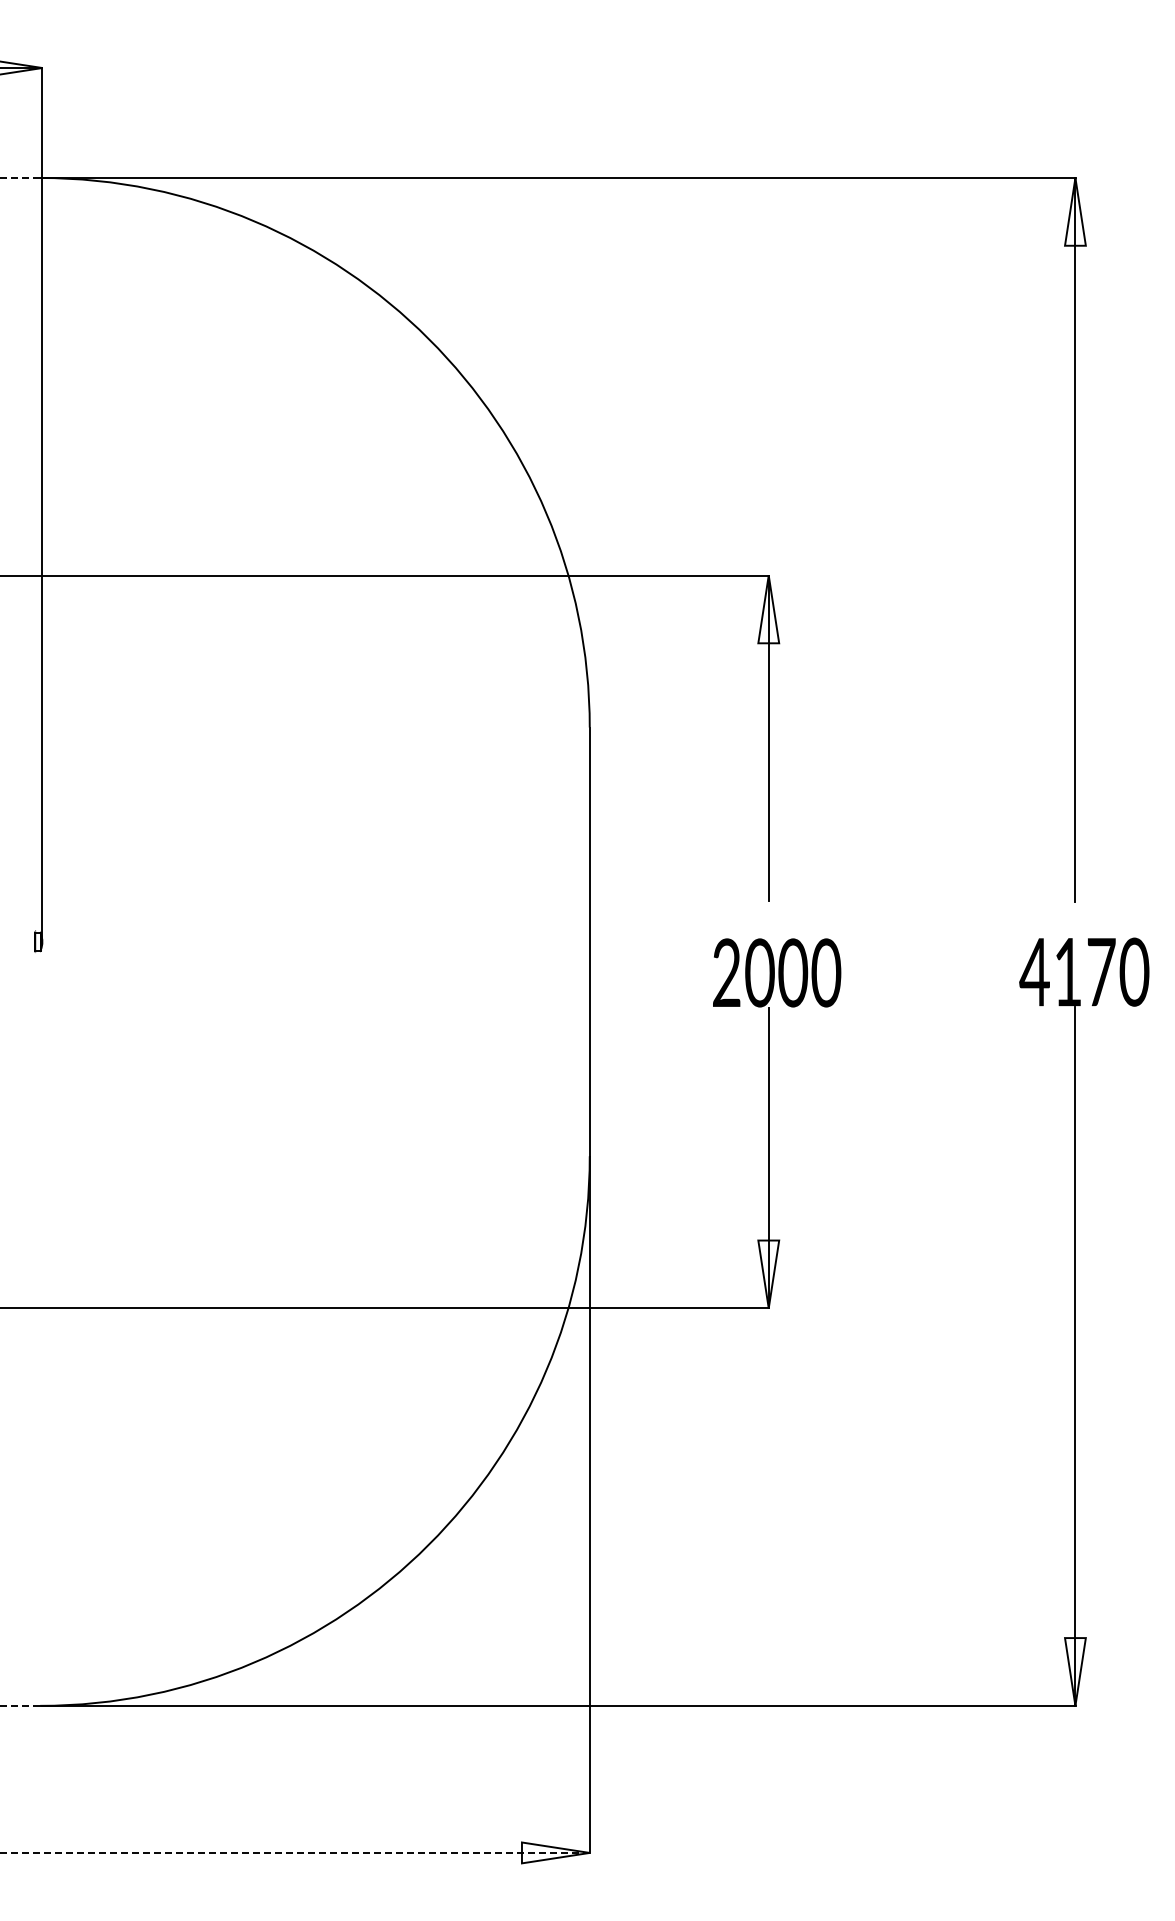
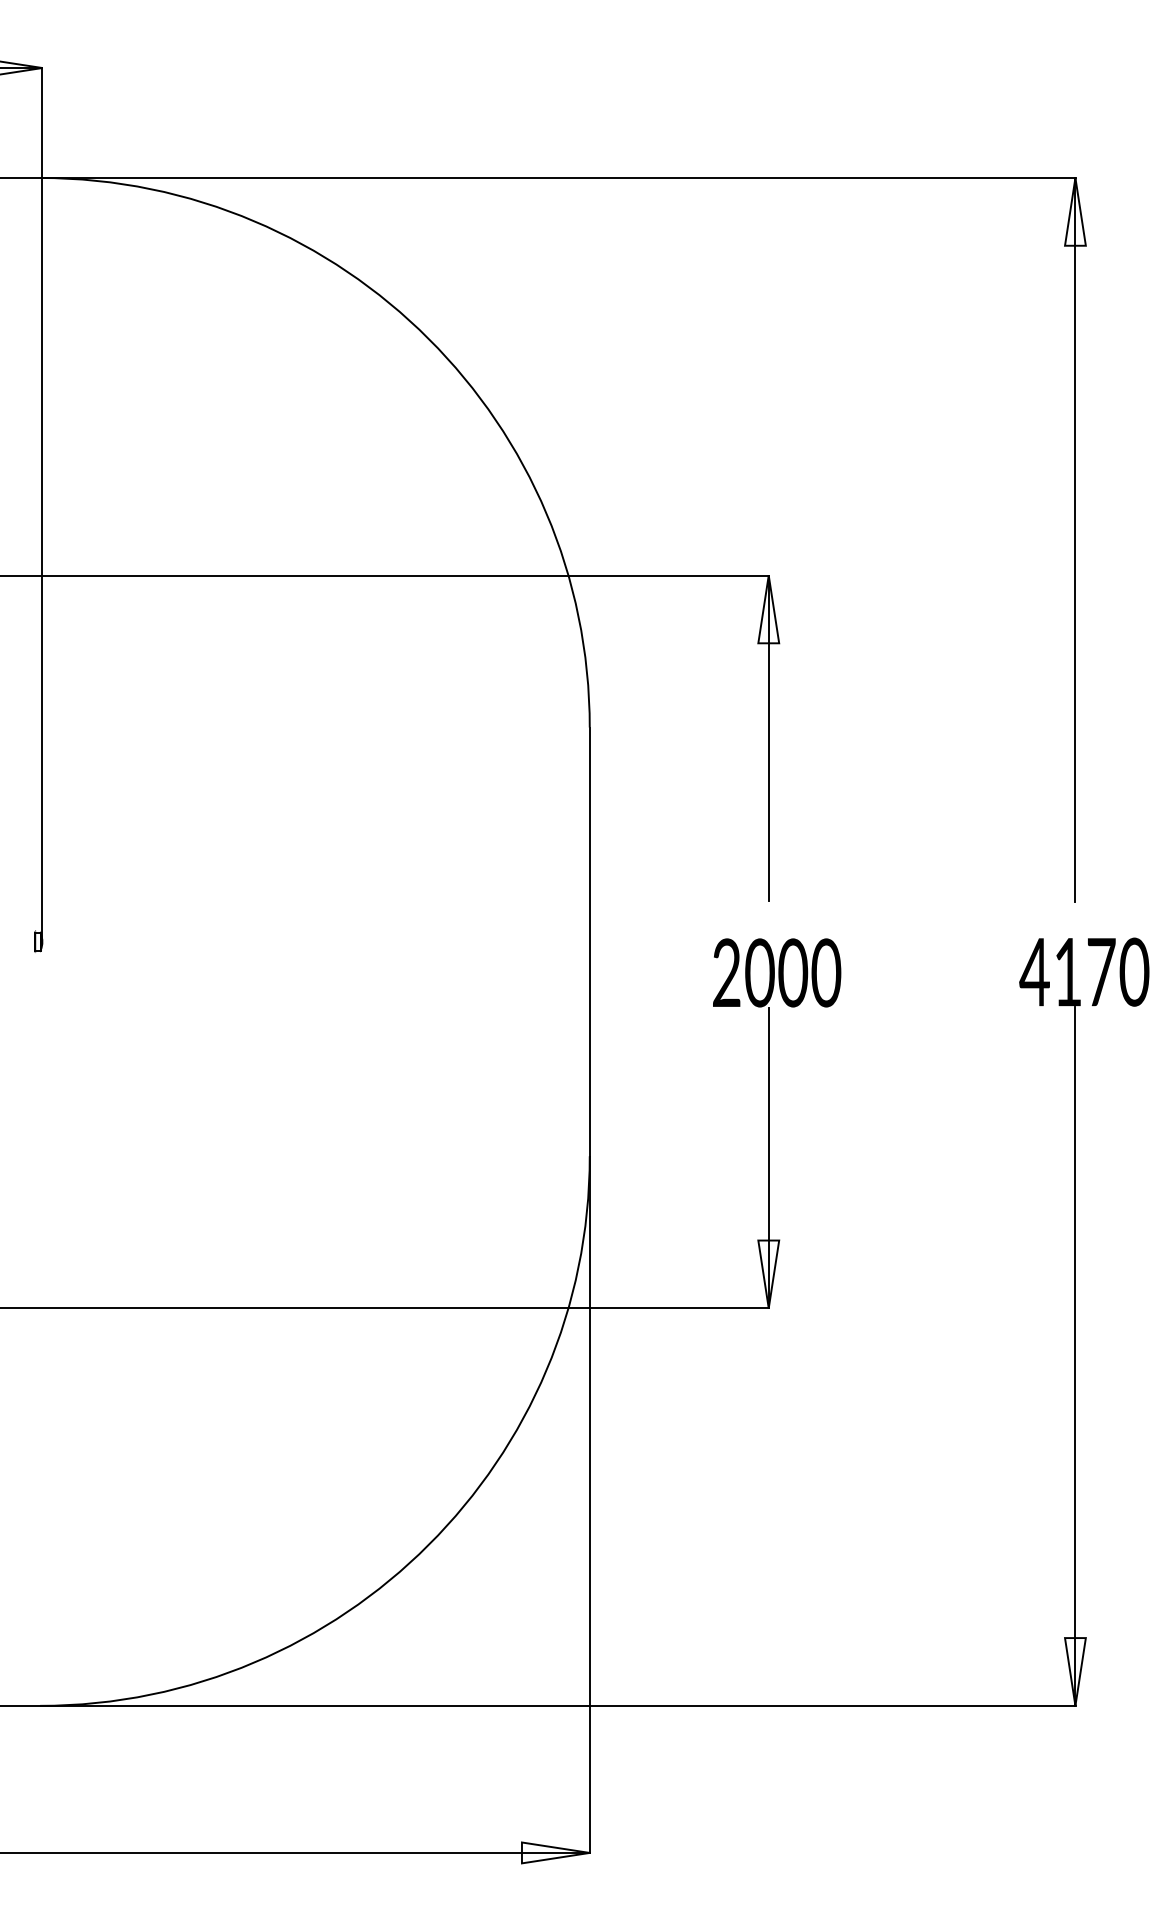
line at (20, 177): dashed -> solid
line at (20, 1705): dashed -> solid
line at (294, 1852): dashed -> solid
